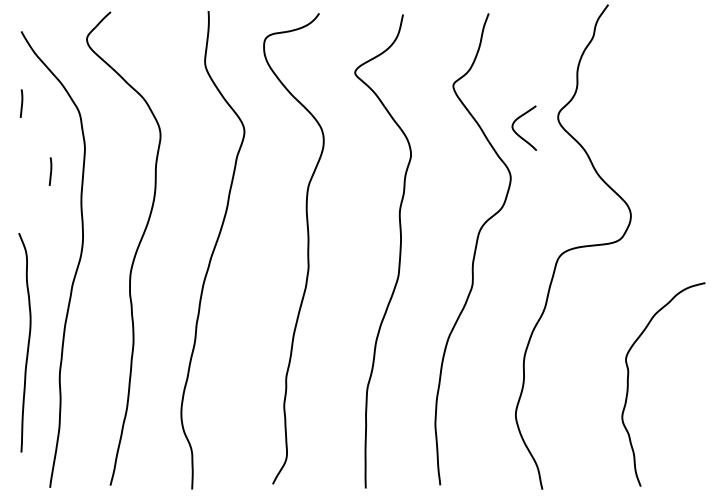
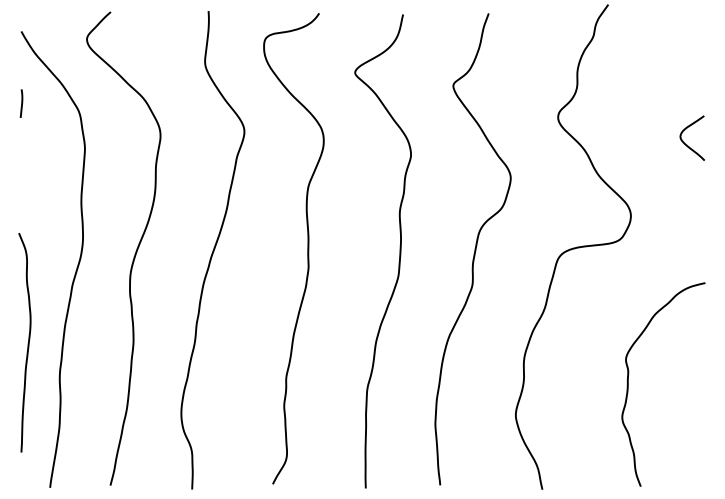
curve at (519, 134) position: (519, 134) -> (687, 144)
curve at (50, 171): present -> none
